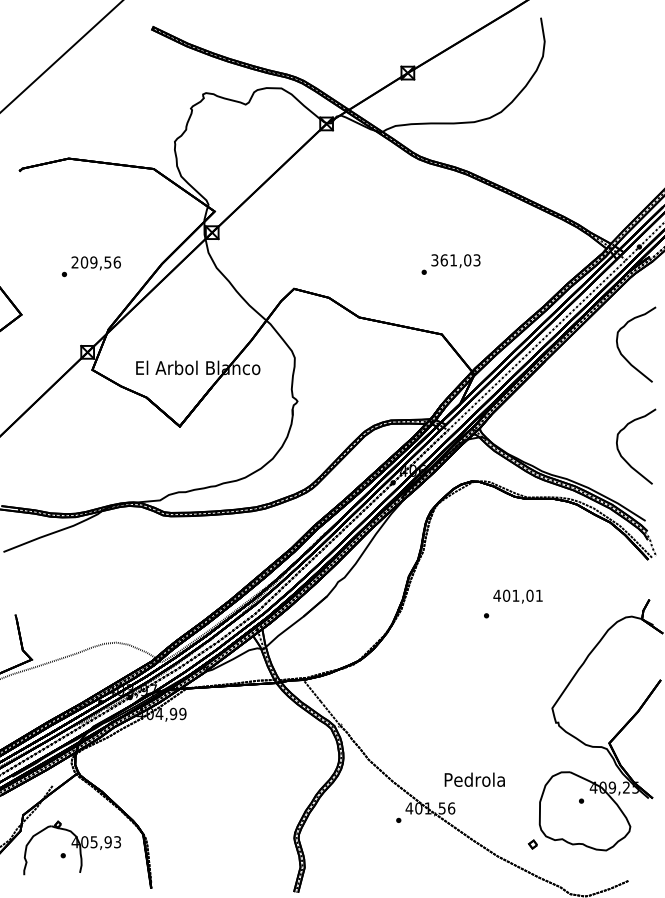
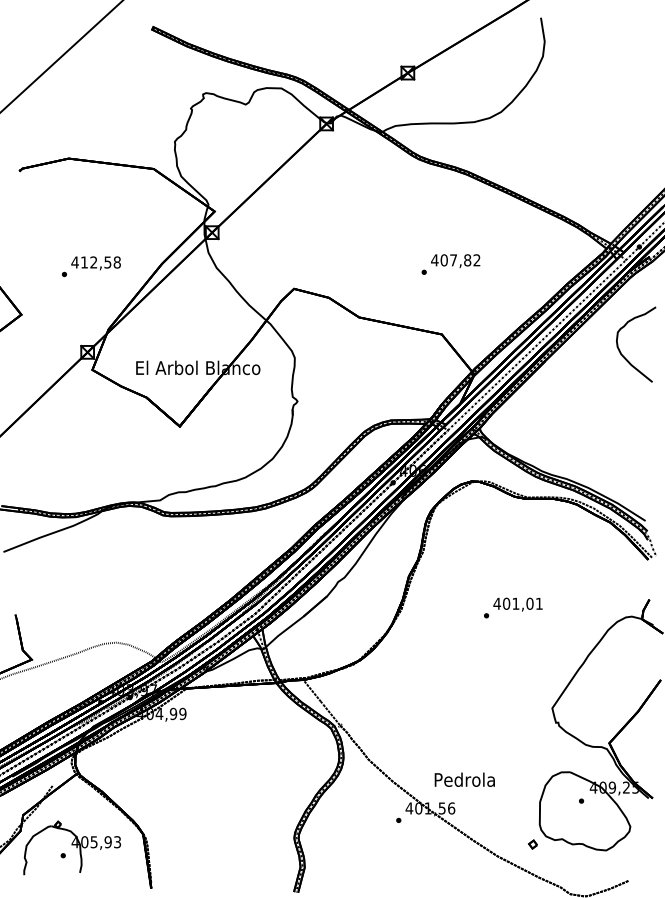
text at (455, 260): 361,03 -> 407,82
text at (95, 262): 209,56 -> 412,58
curve at (624, 458): present -> none
text at (517, 596) position: (517, 596) -> (517, 604)
text at (474, 779) position: (474, 779) -> (464, 779)
